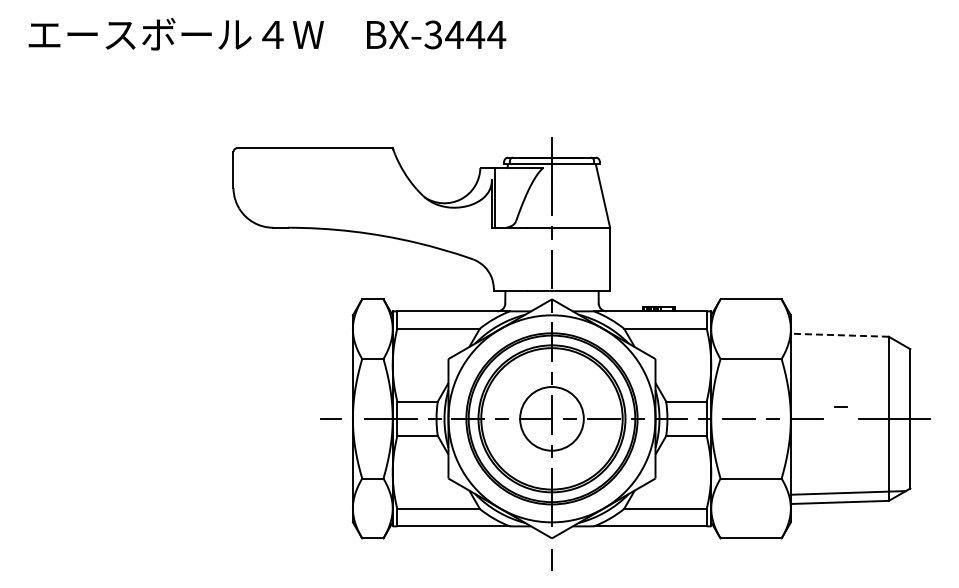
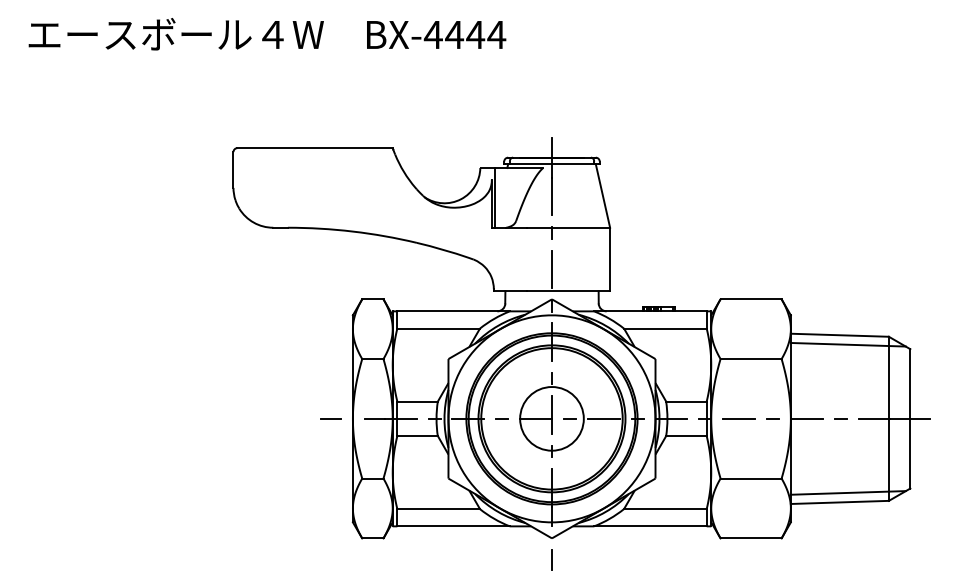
text at (432, 34): BX-3444 -> BX-4444
line at (839, 335): dashed -> solid
line at (847, 344): none -> present
line at (840, 406) position: (840, 406) -> (840, 418)
